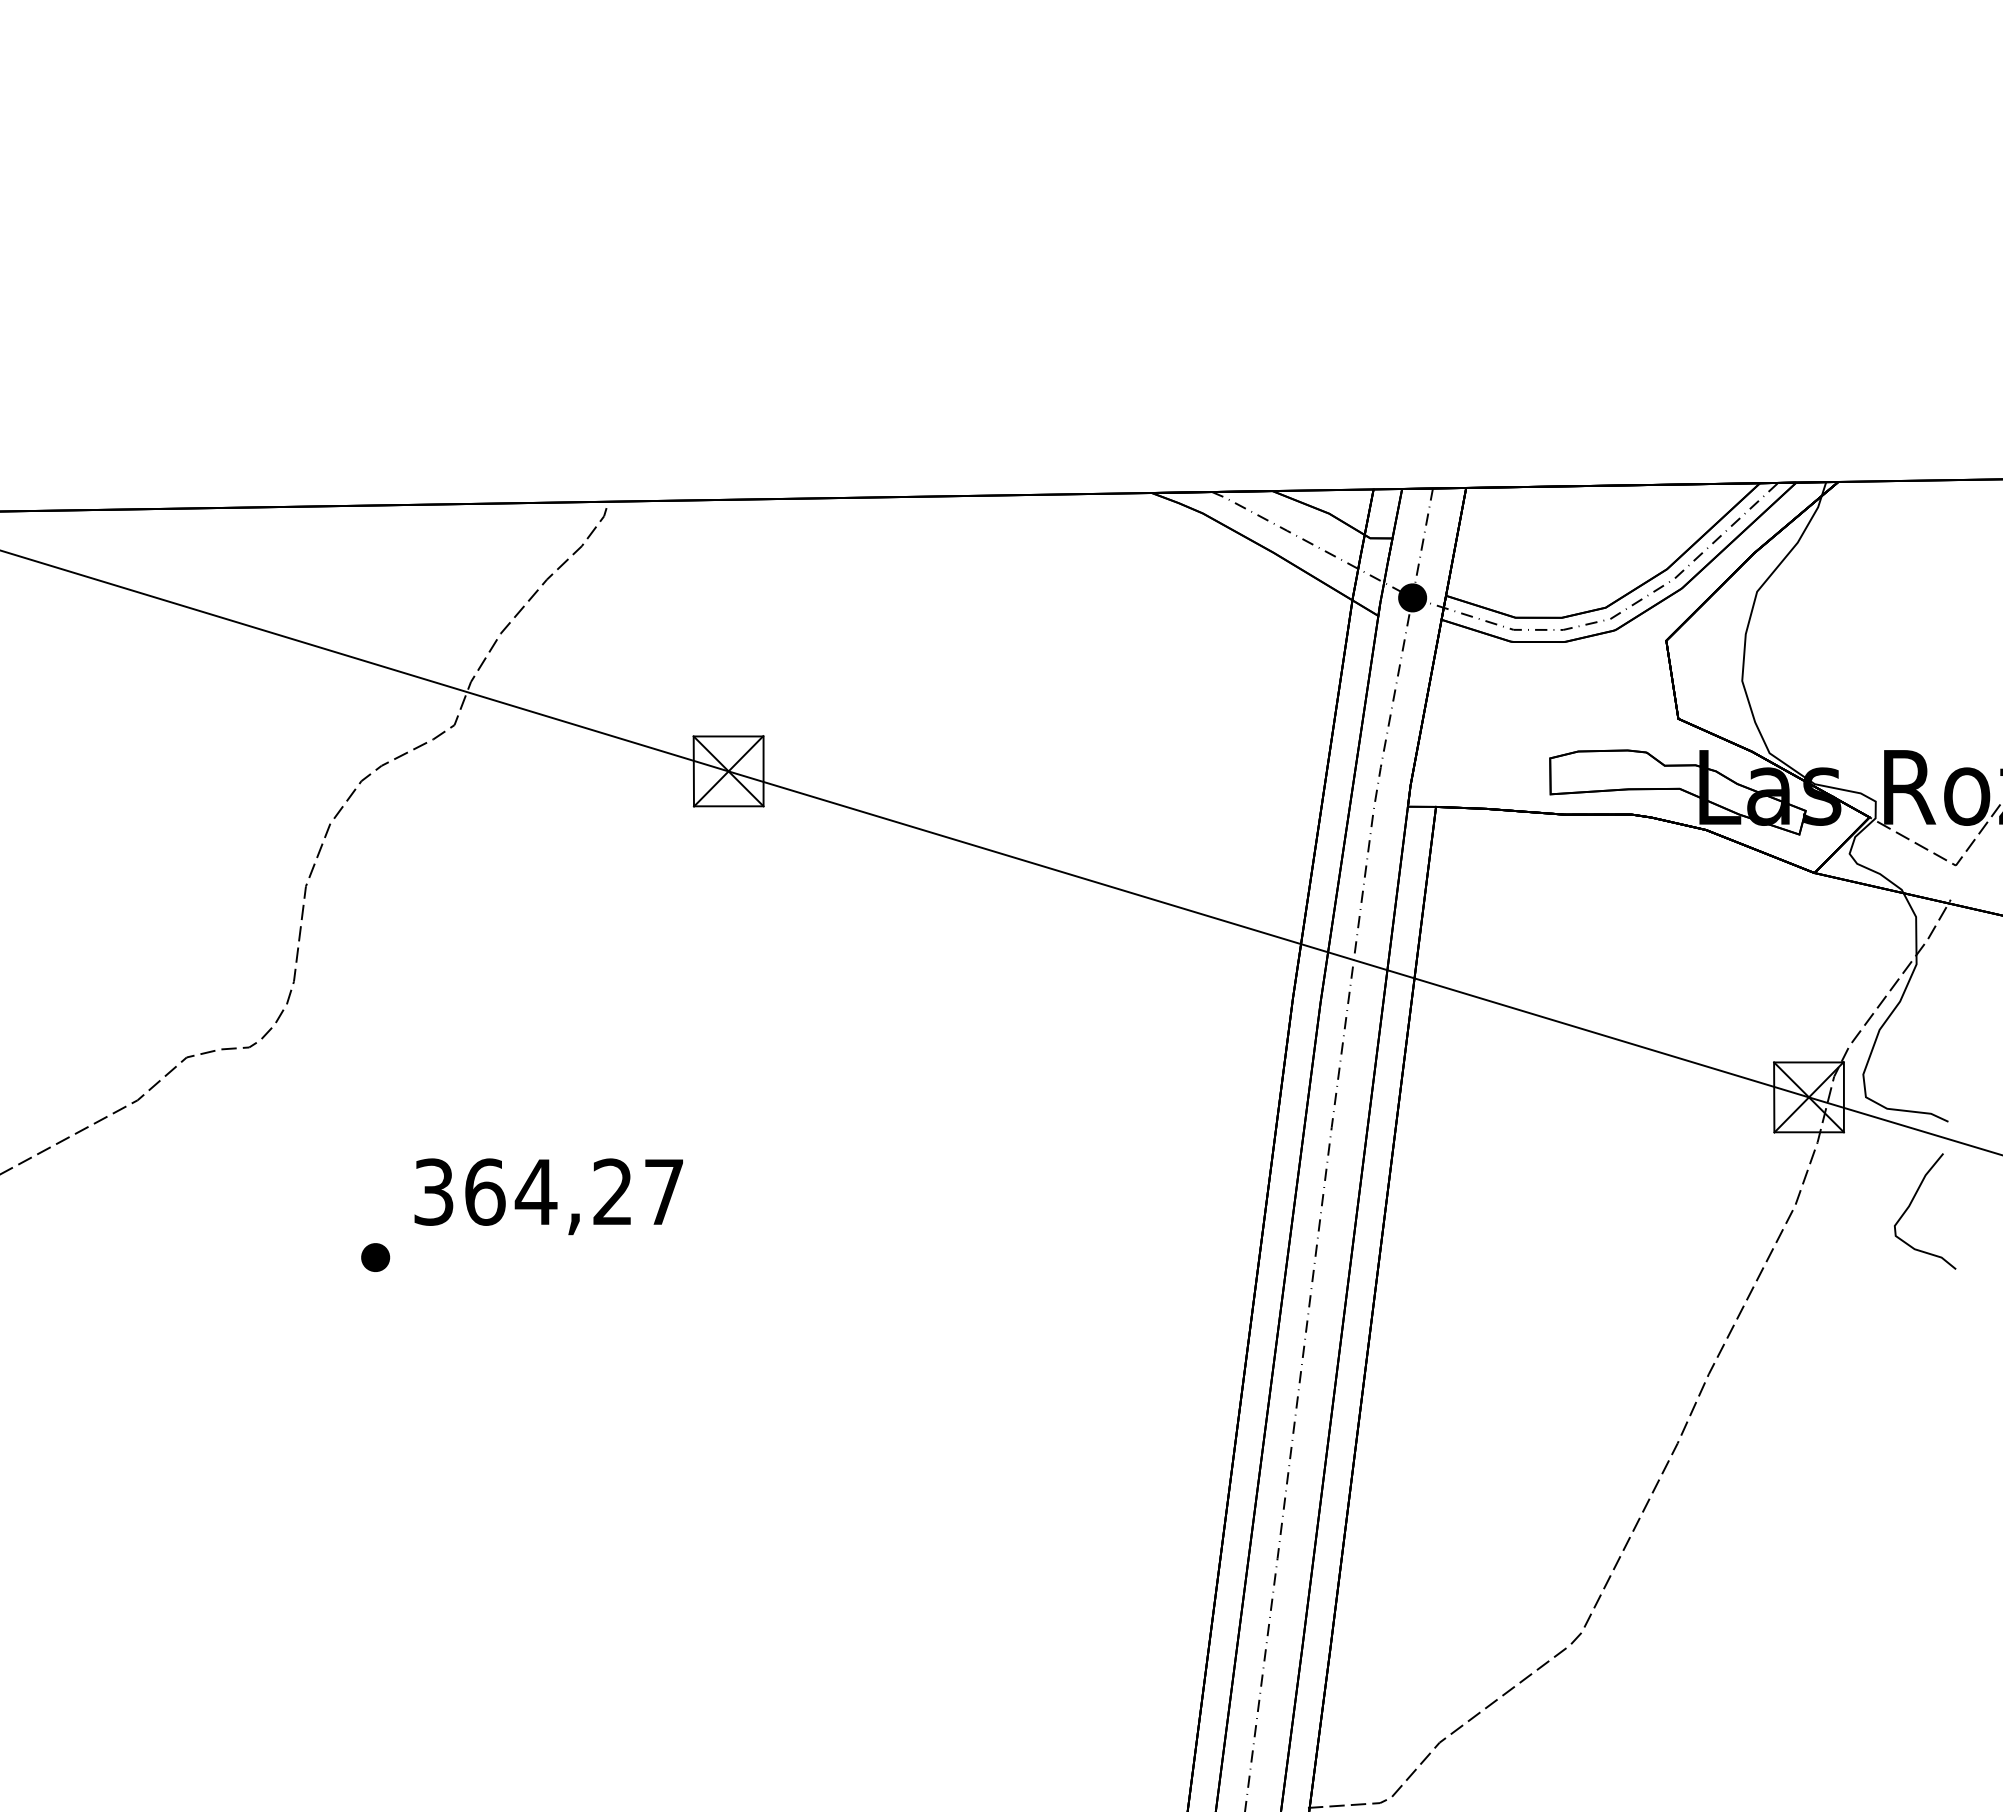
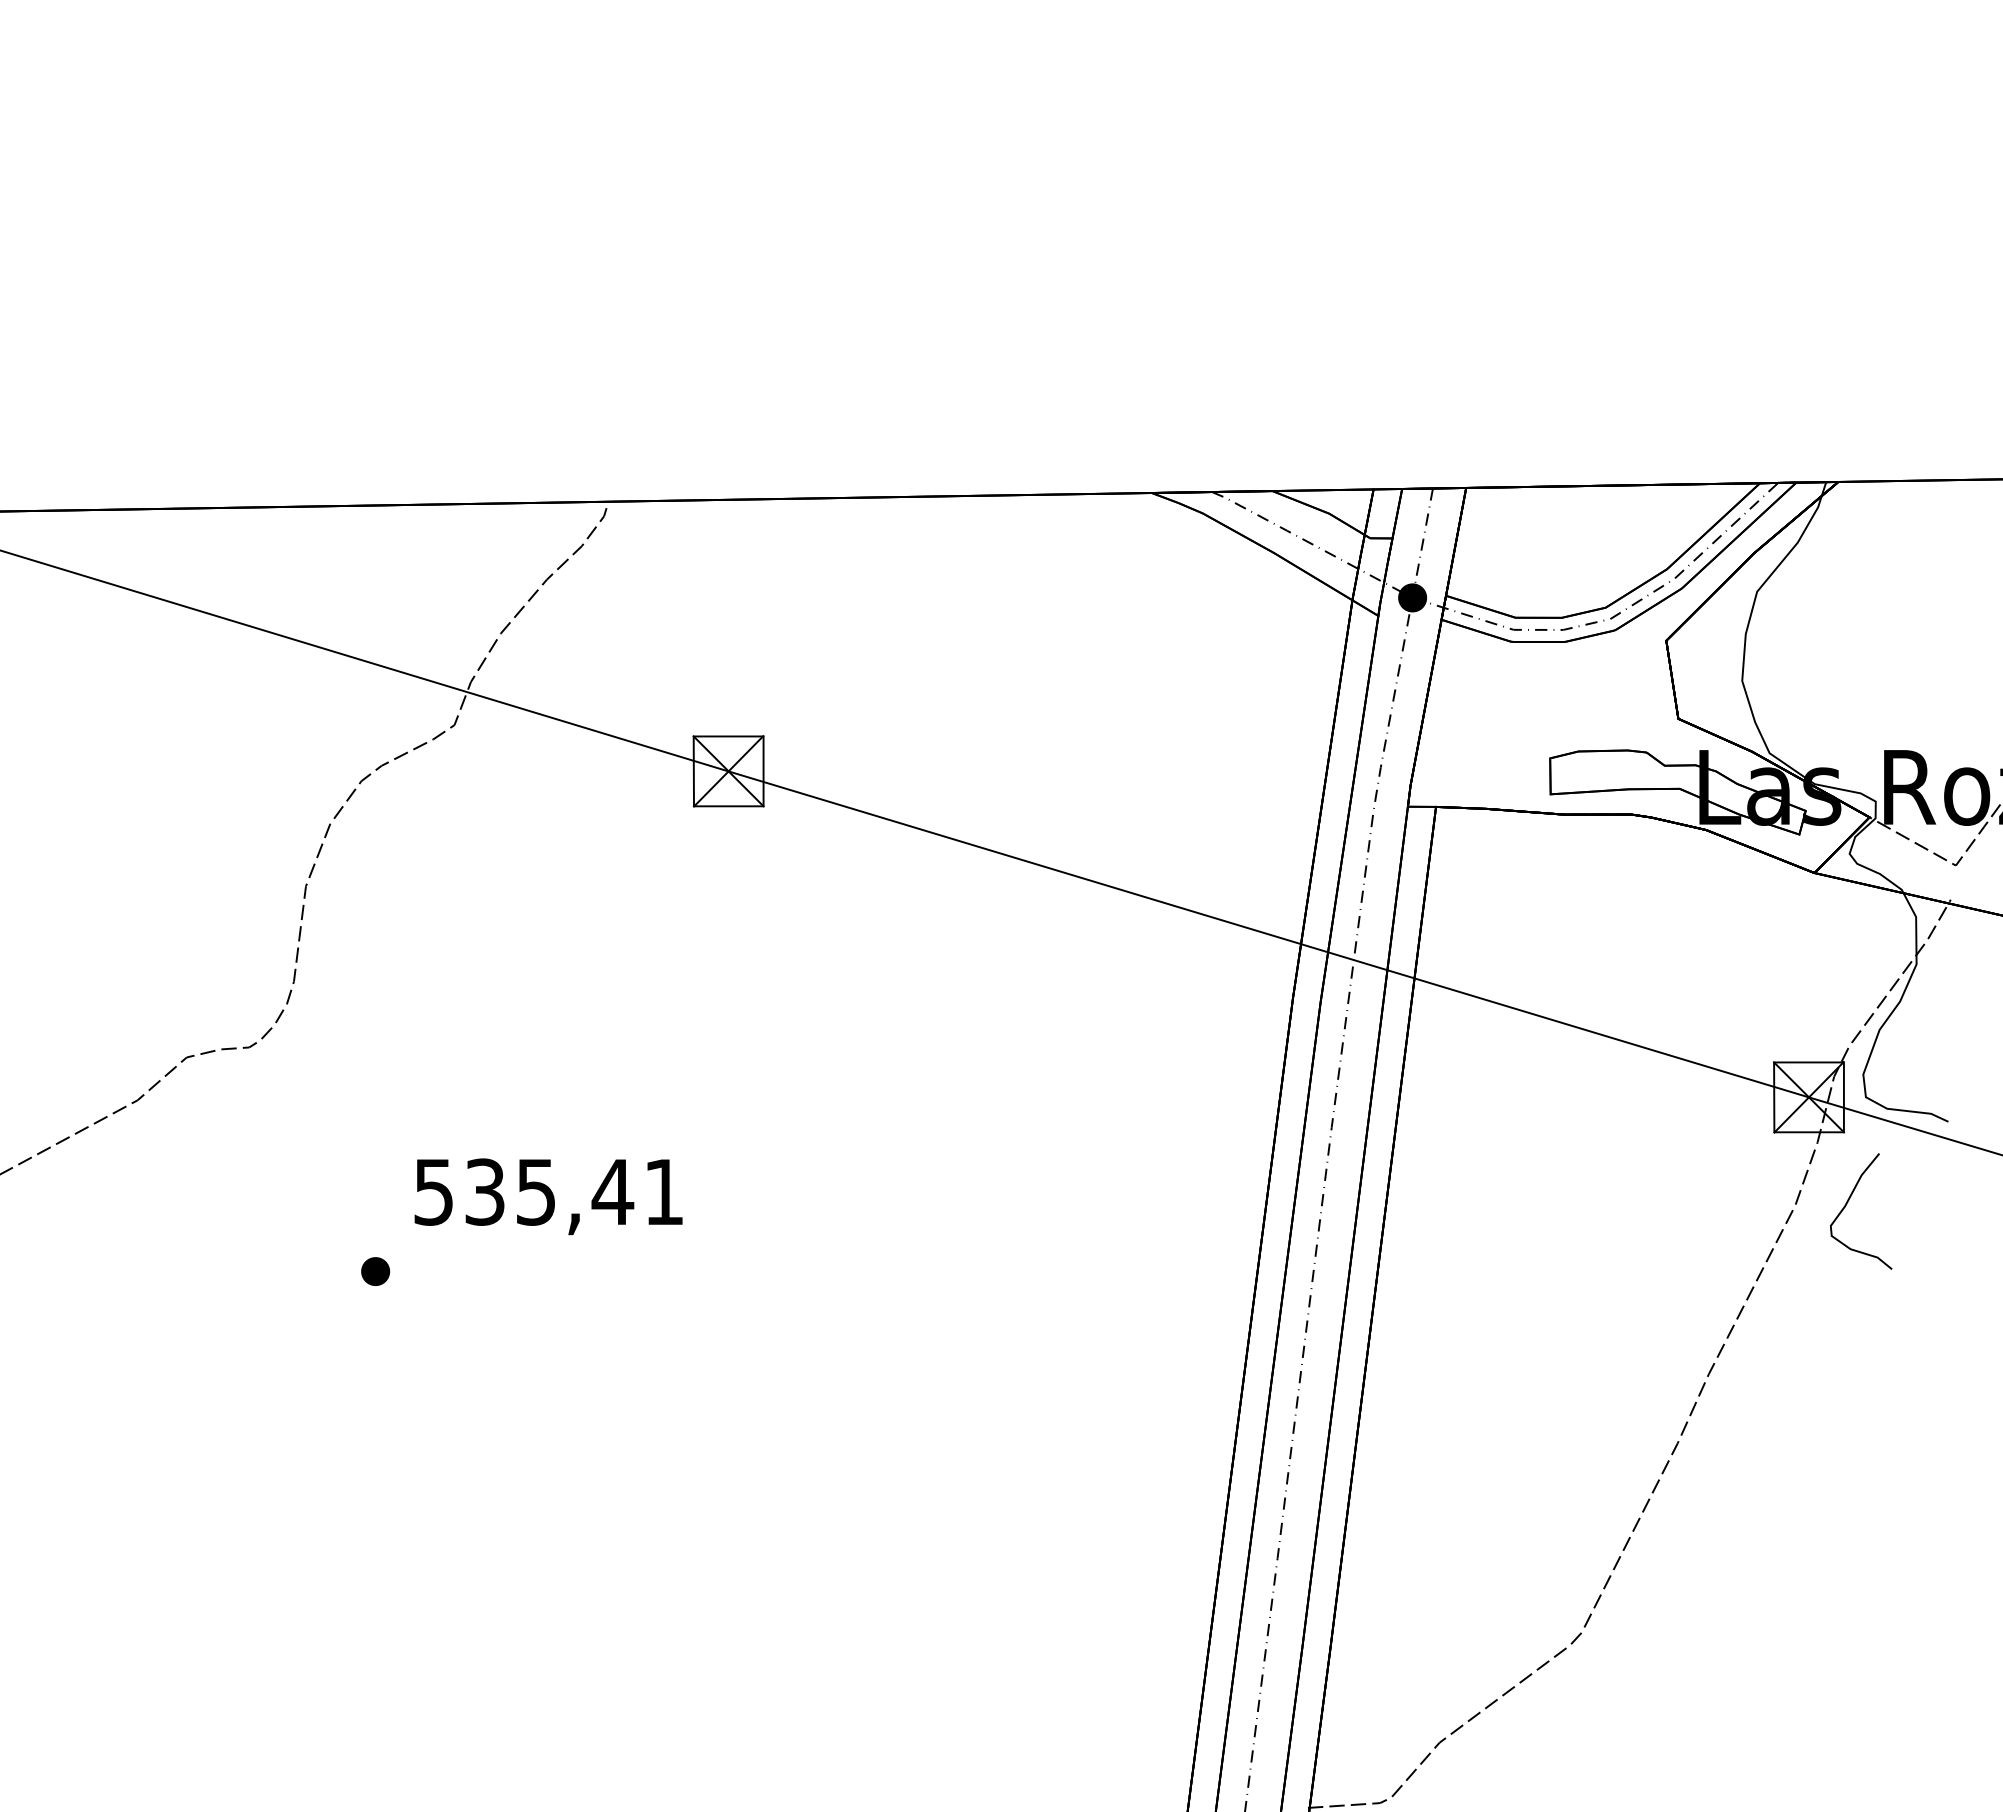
text at (548, 1191): 364,27 -> 535,41
curve at (1911, 1204) position: (1911, 1204) -> (1847, 1204)
part at (375, 1257) position: (375, 1257) -> (375, 1271)
